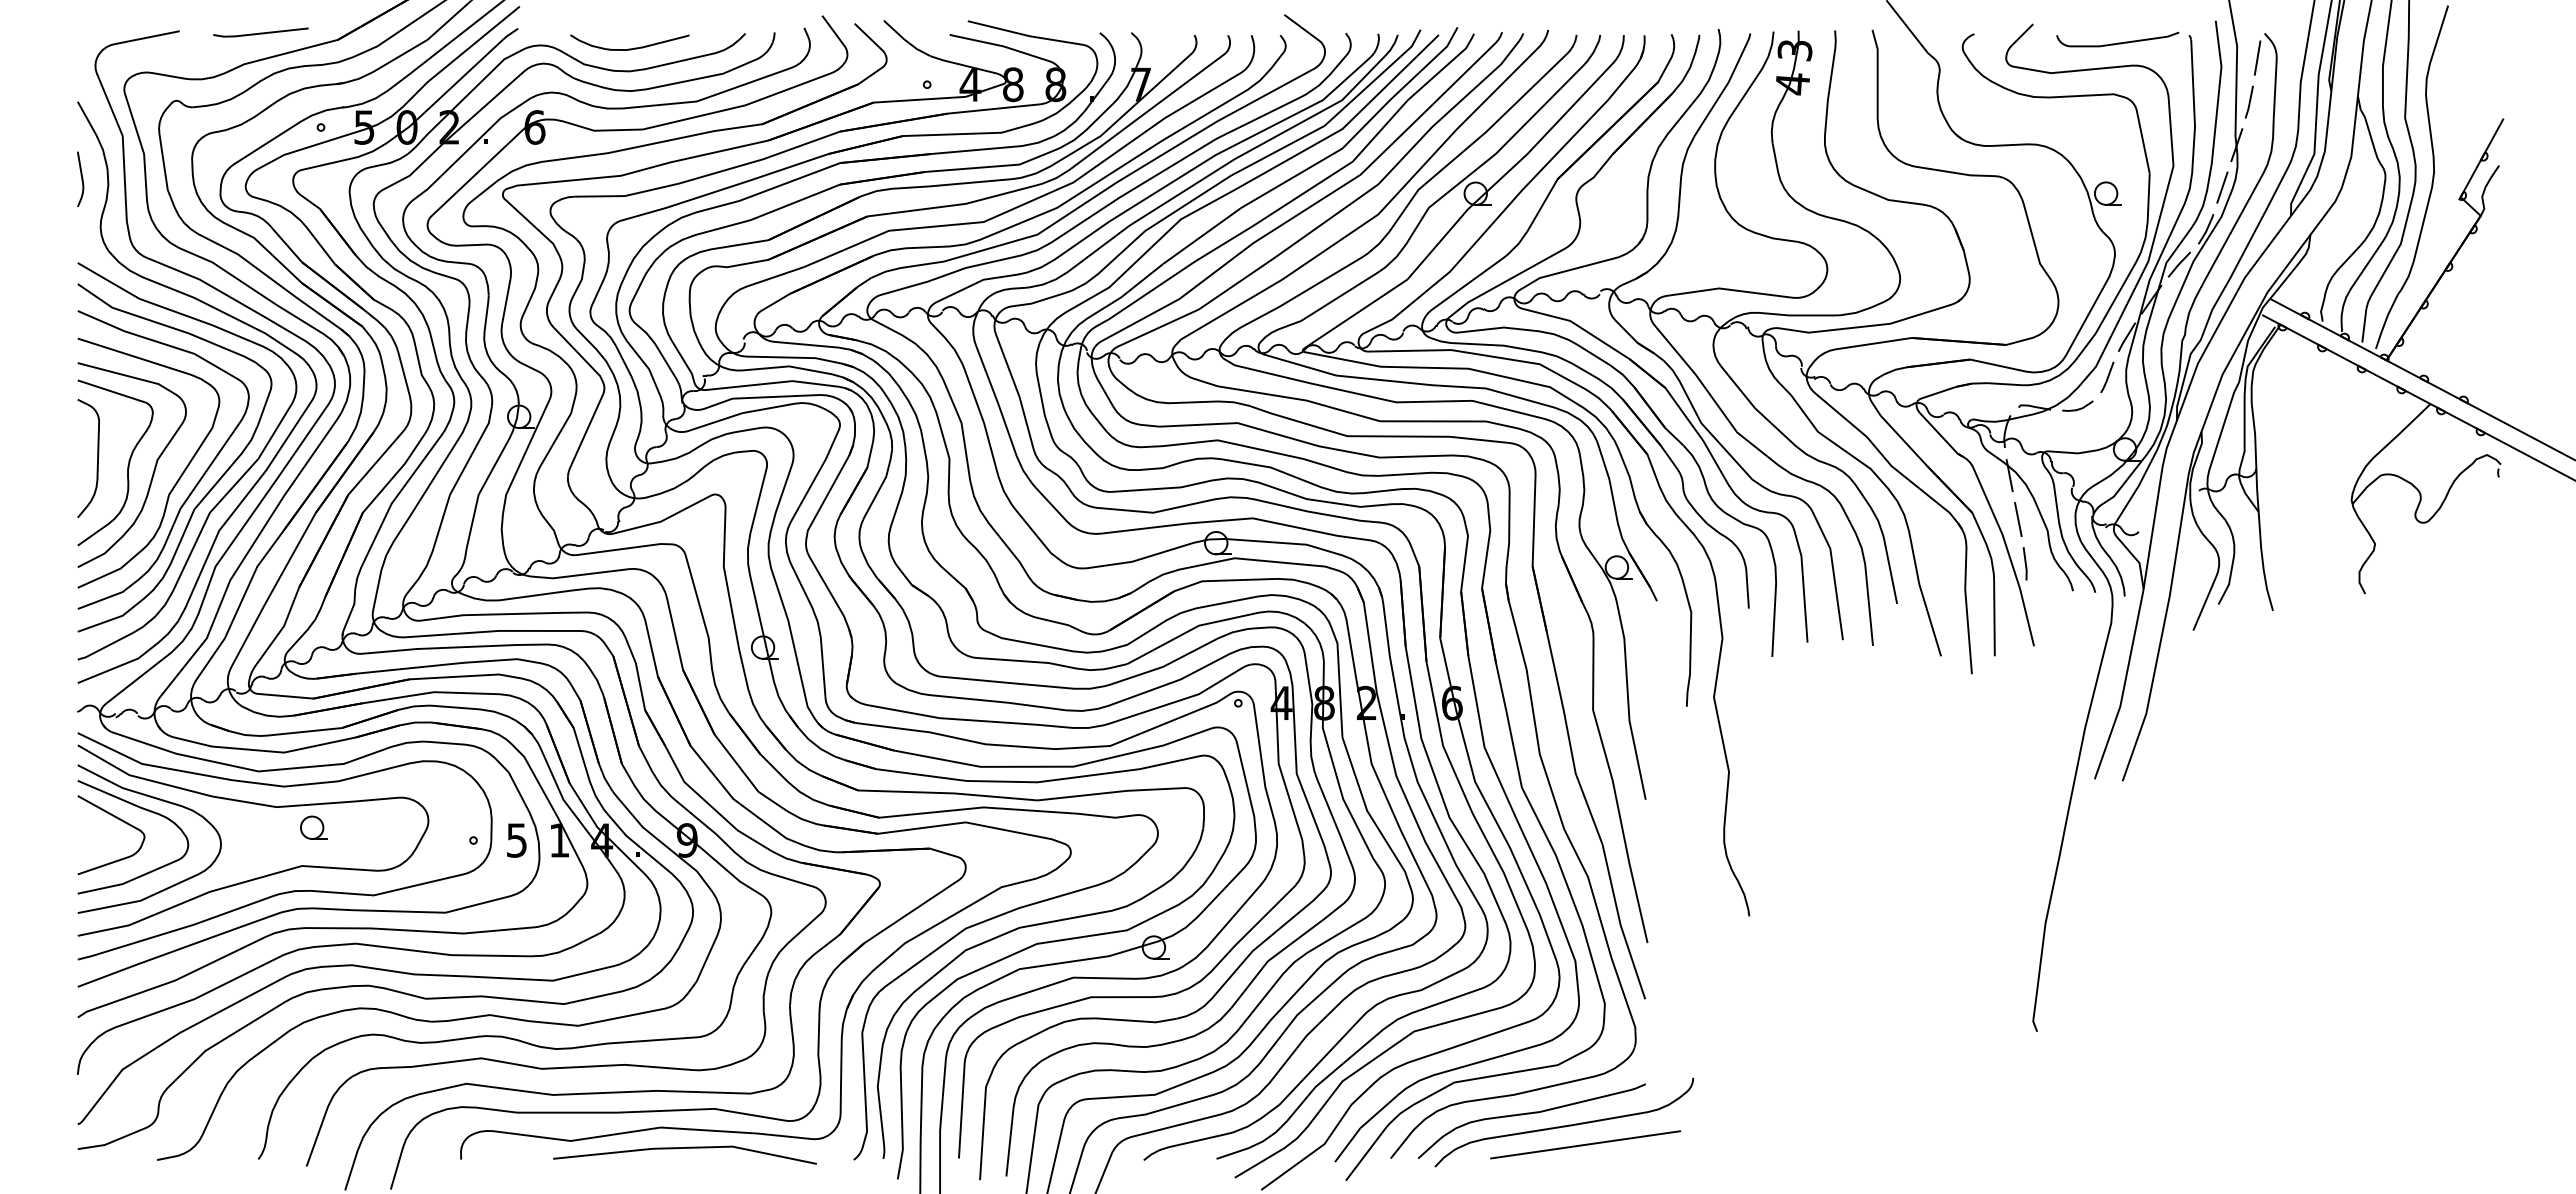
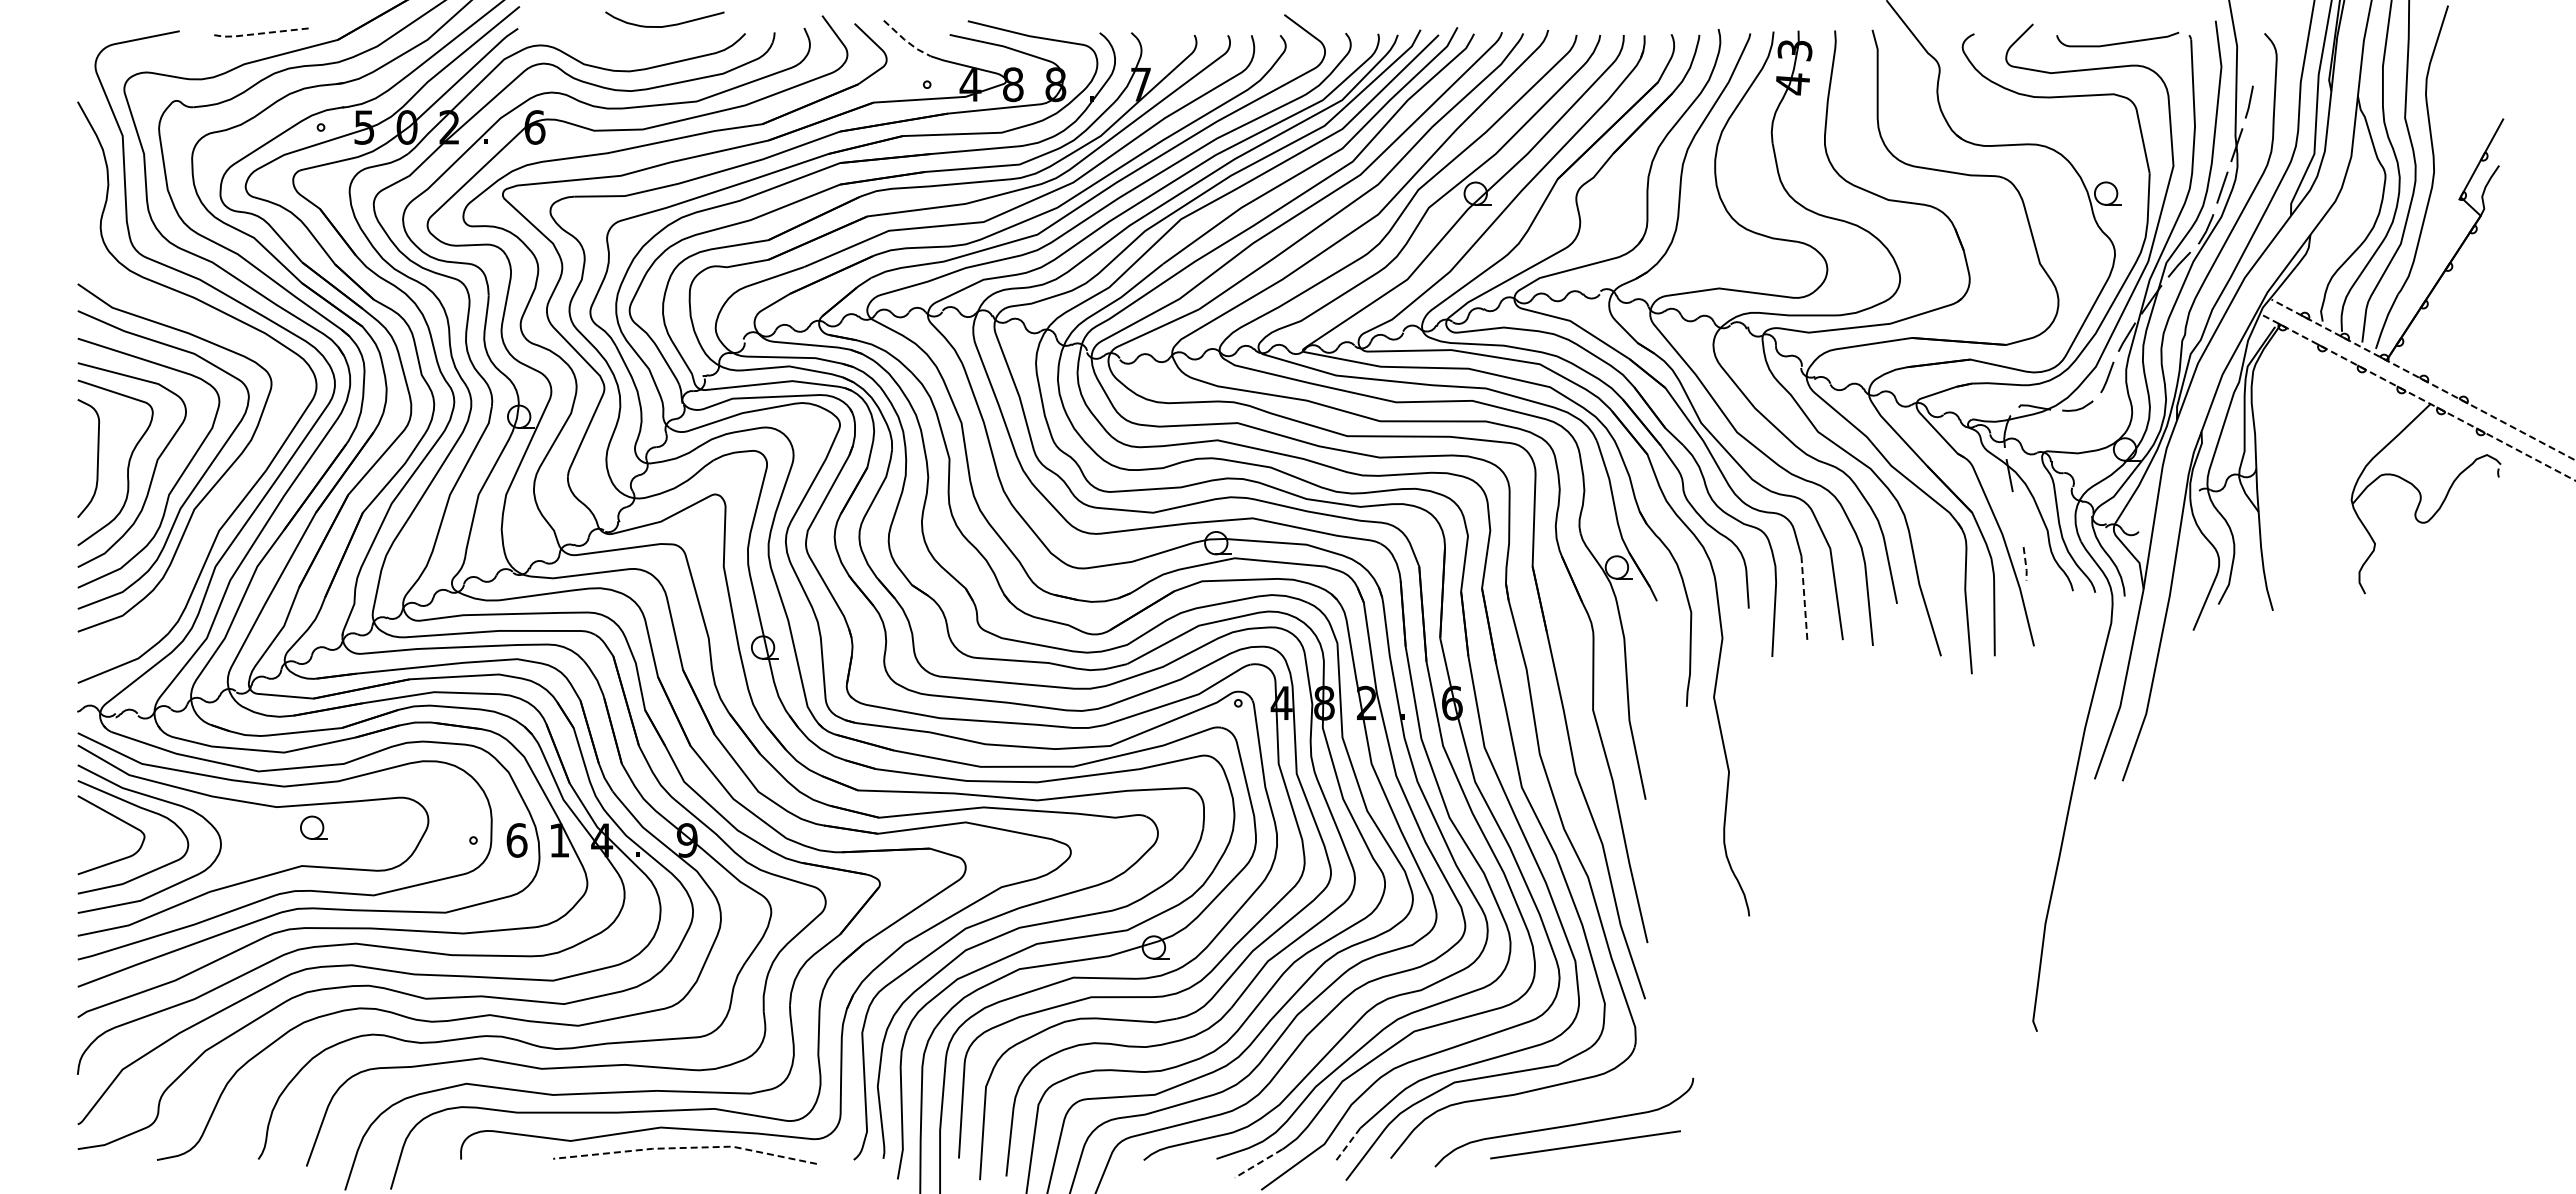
line at (259, 33): solid -> dashed
line at (905, 40): solid -> dashed
curve at (629, 48) position: (629, 48) -> (664, 25)
line at (2257, 57): present -> none
curve at (81, 179): present -> none
line at (2423, 379): solid -> dashed
line at (2419, 398): solid -> dashed
curve at (225, 493): present -> none
line at (2018, 519): present -> none
line at (2025, 564): solid -> dashed
line at (1804, 599): solid -> dashed
text at (516, 840): 5 -> 6
curve at (1530, 1114): present -> none
line at (1347, 1145): solid -> dashed
line at (685, 1147): solid -> dashed
line at (1258, 1163): solid -> dashed
